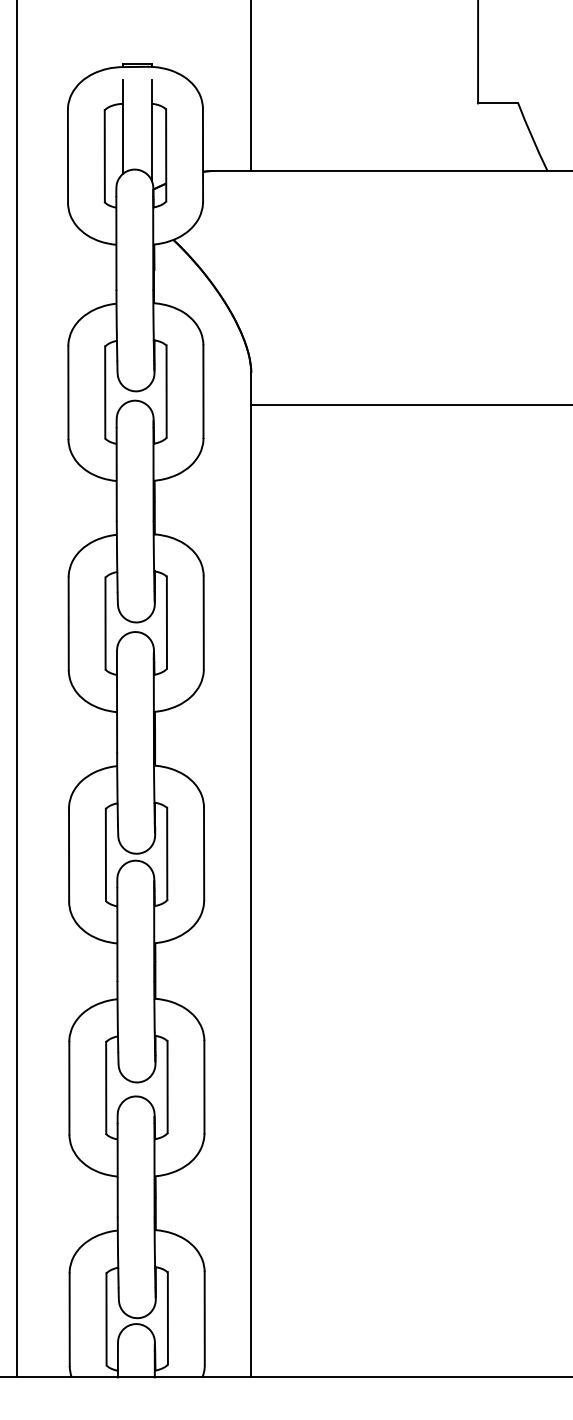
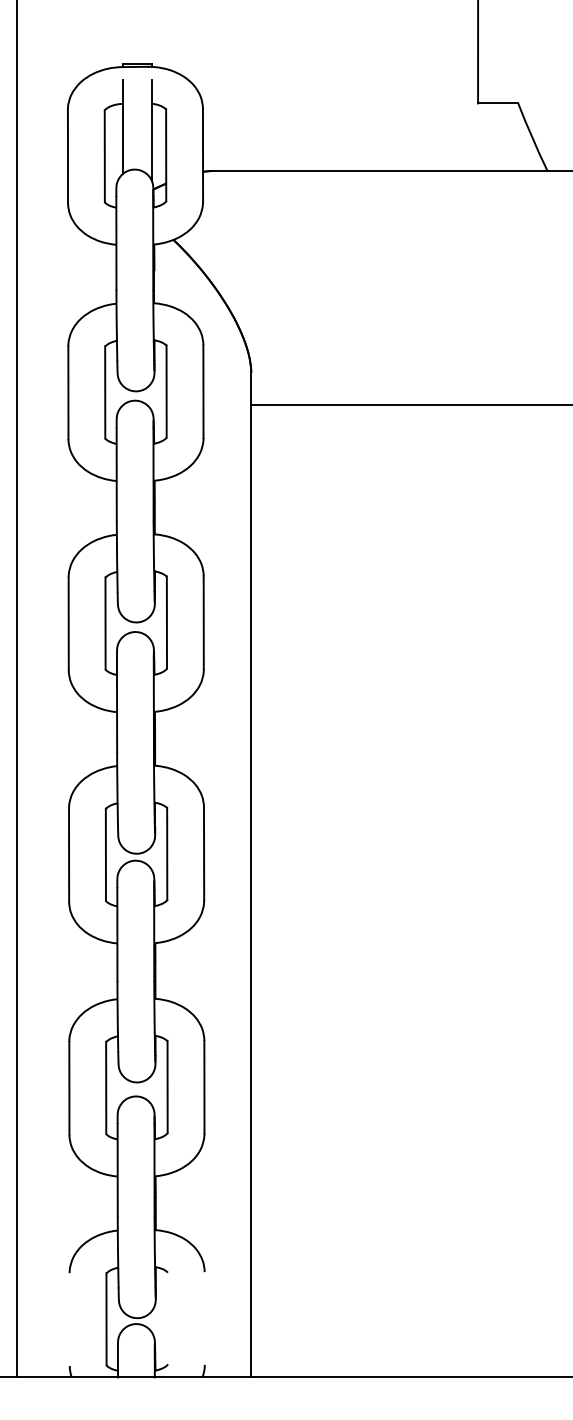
line at (251, 86): present -> none
line at (167, 1318): present -> none
line at (204, 1318): present -> none
line at (69, 1319): present -> none
